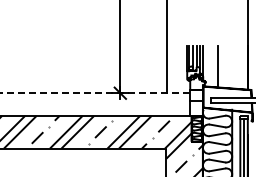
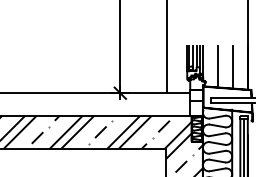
line at (233, 67): none -> present
line at (95, 93): dashed -> solid
